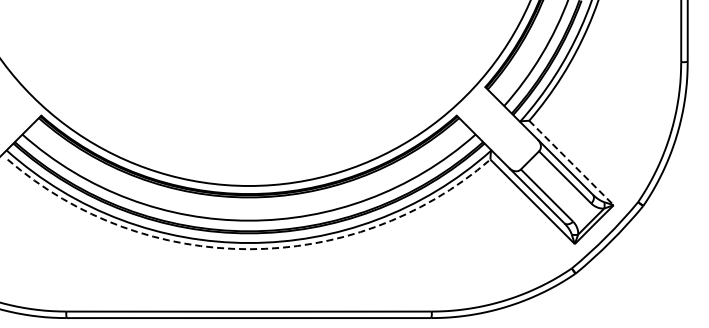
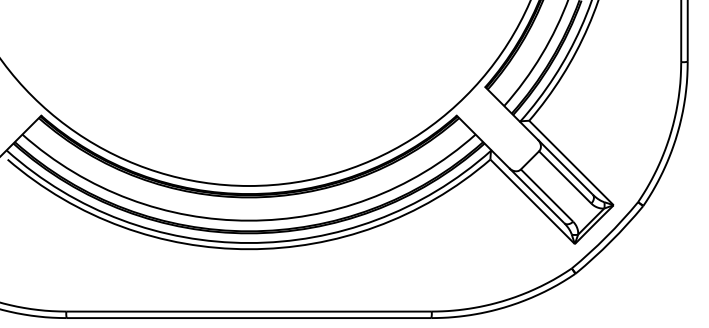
line at (571, 163): dashed -> solid
arc at (249, 249): dashed -> solid
